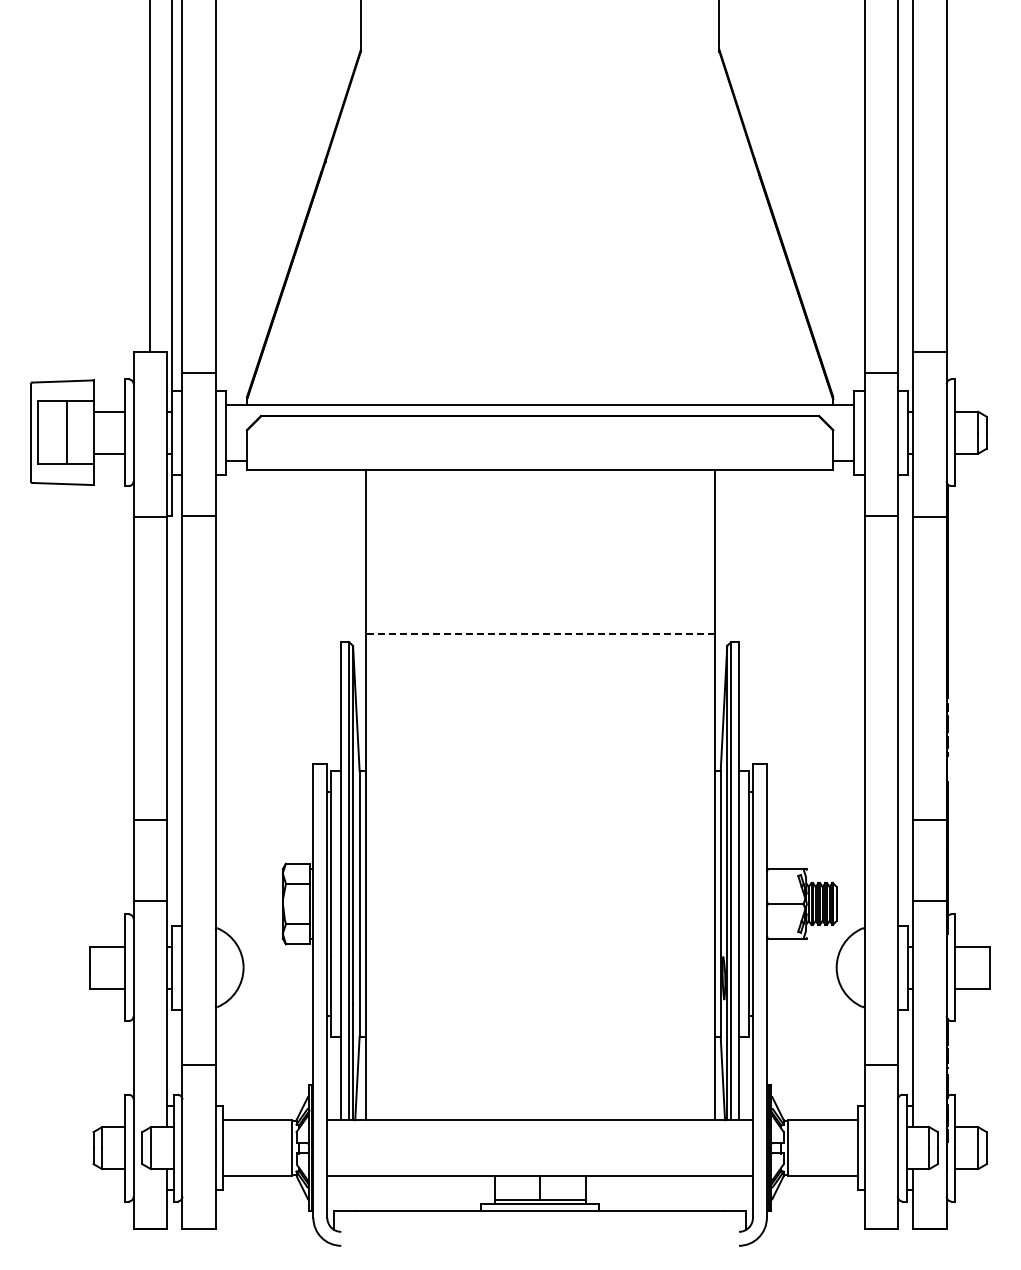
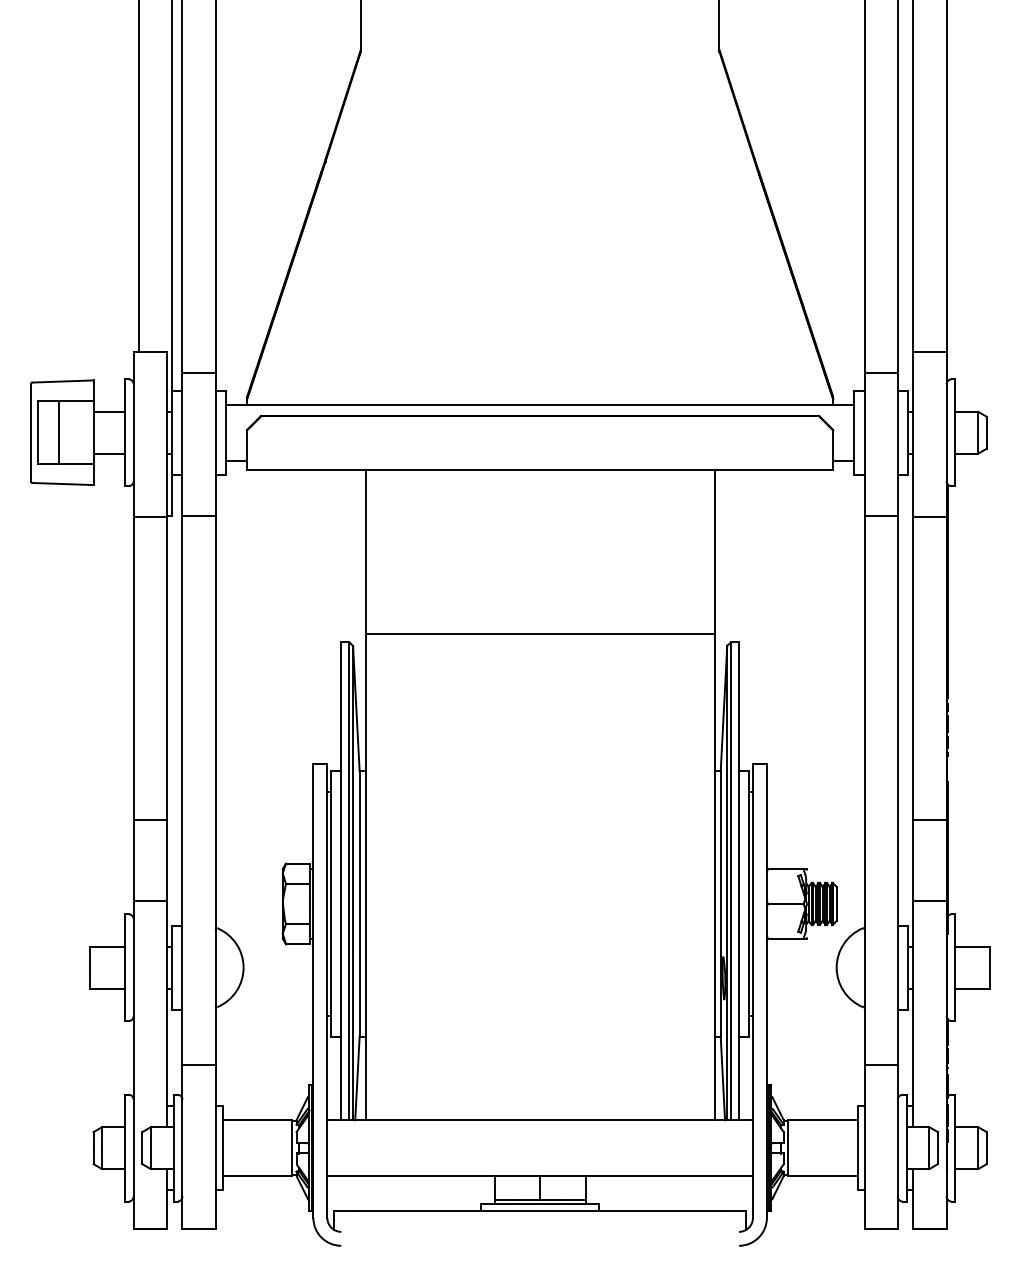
line at (149, 177) position: (149, 177) -> (138, 177)
line at (66, 432) position: (66, 432) -> (58, 432)
line at (539, 634): dashed -> solid
